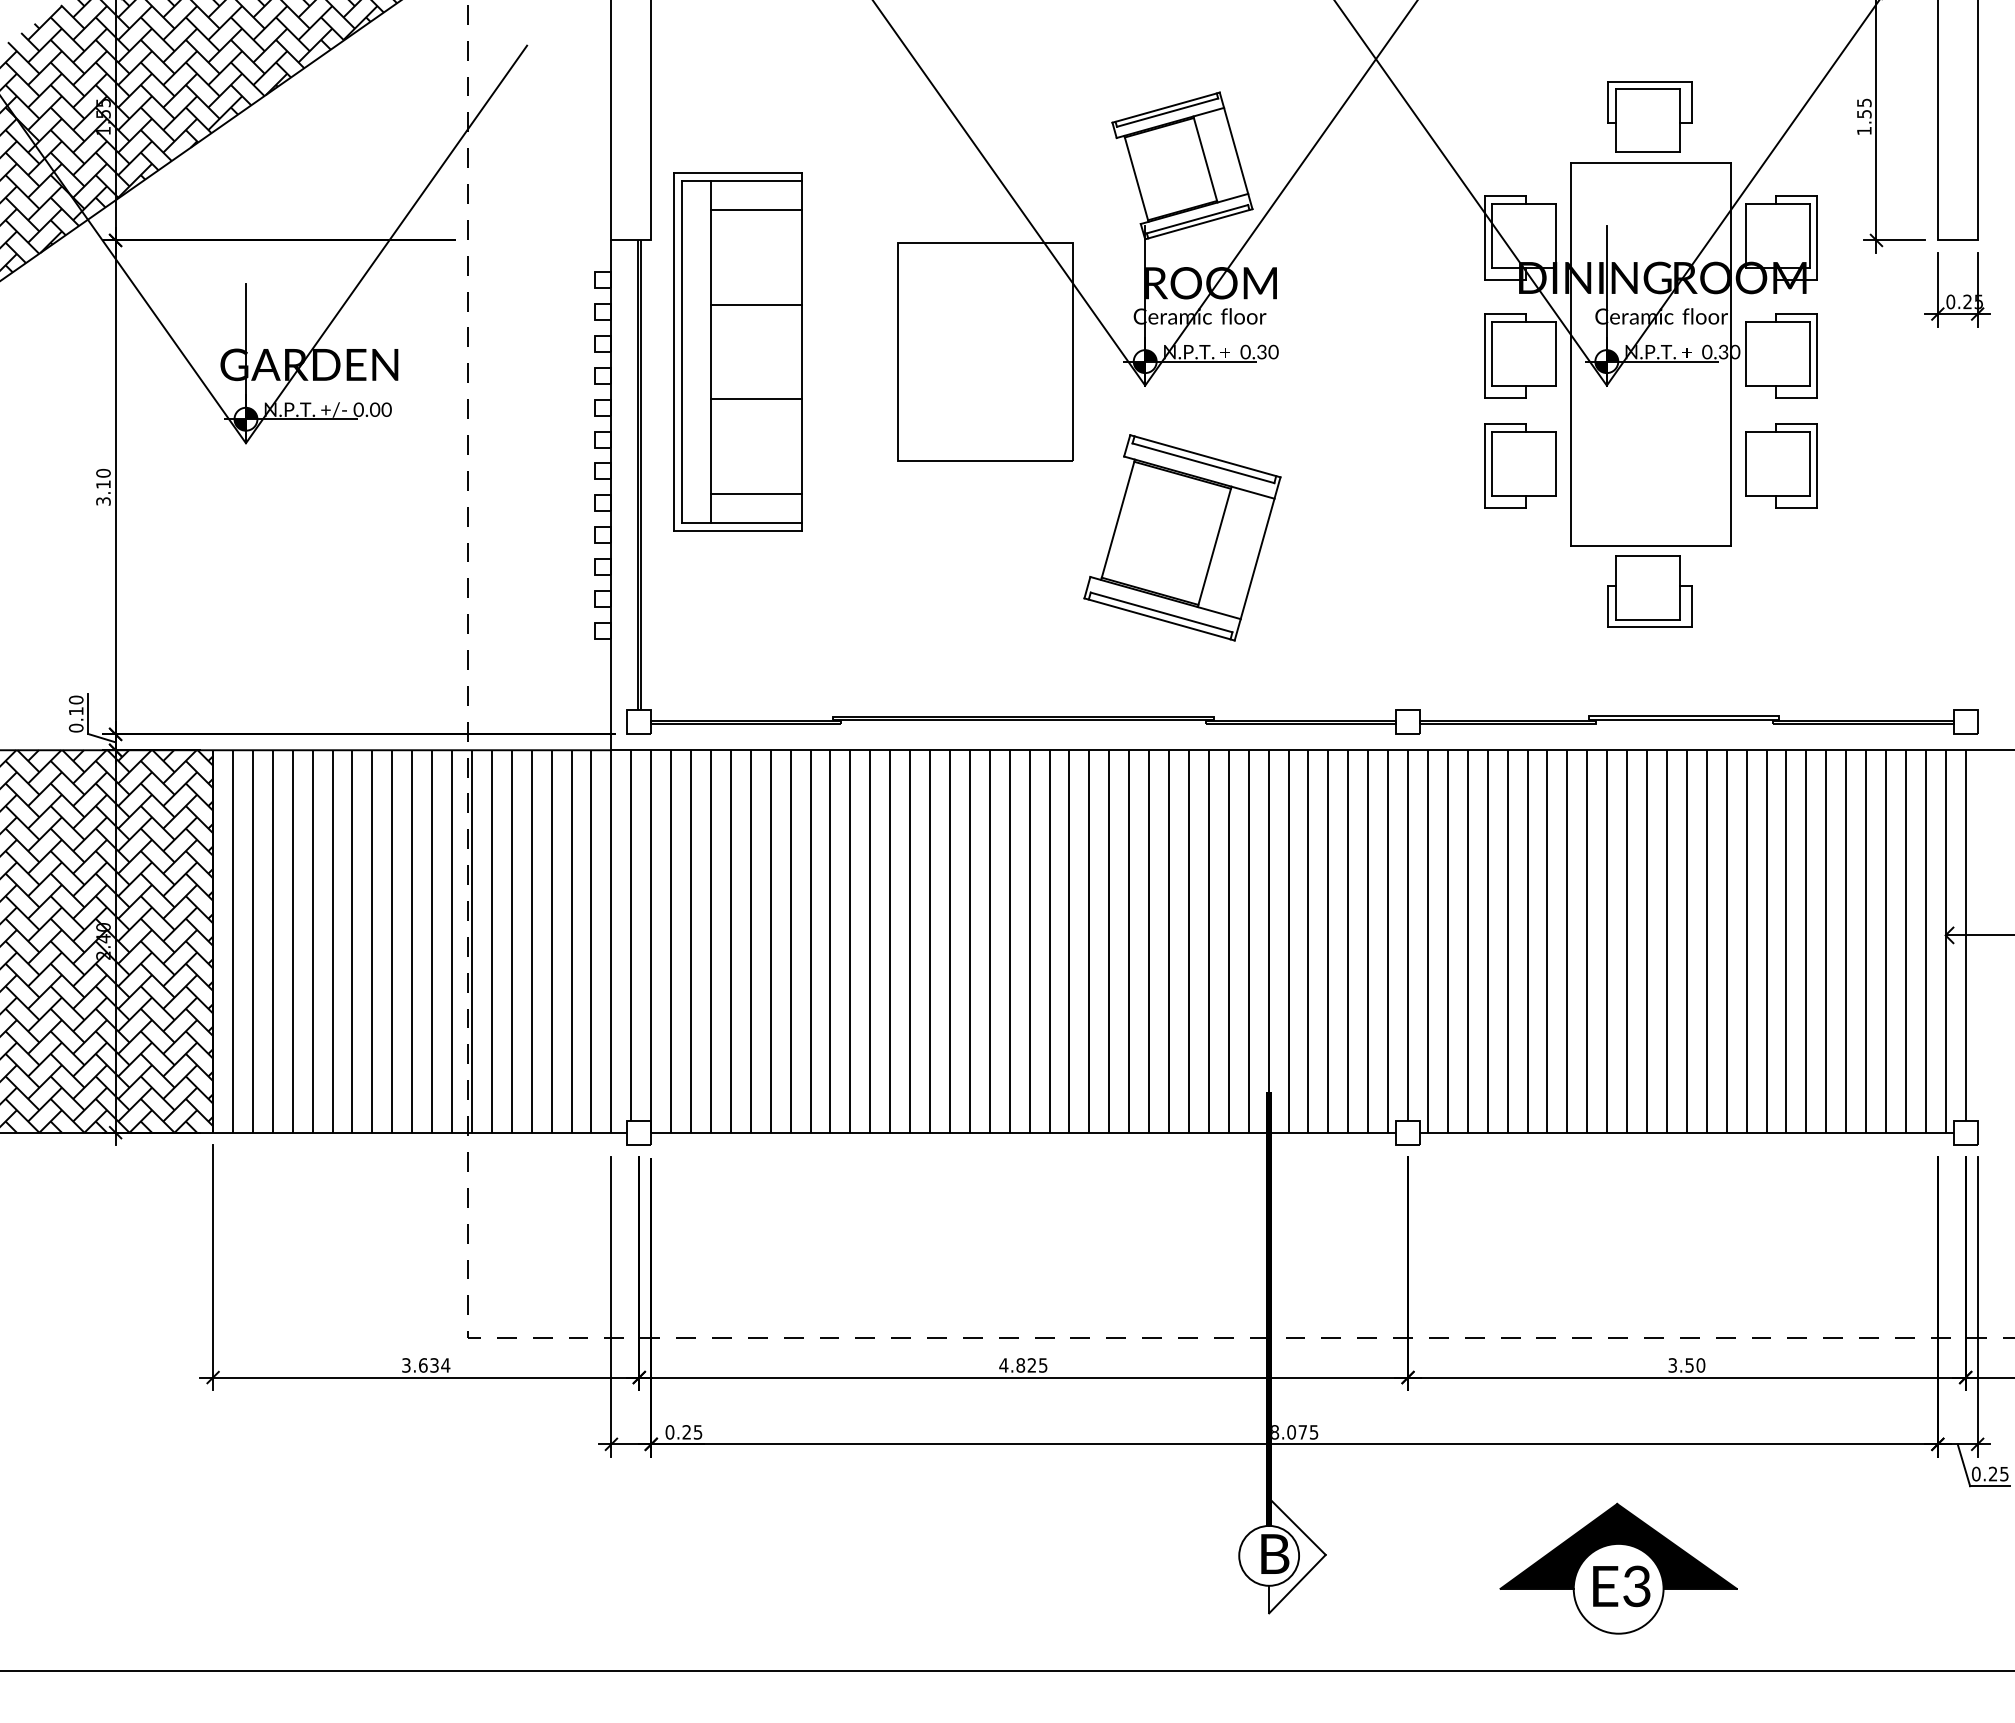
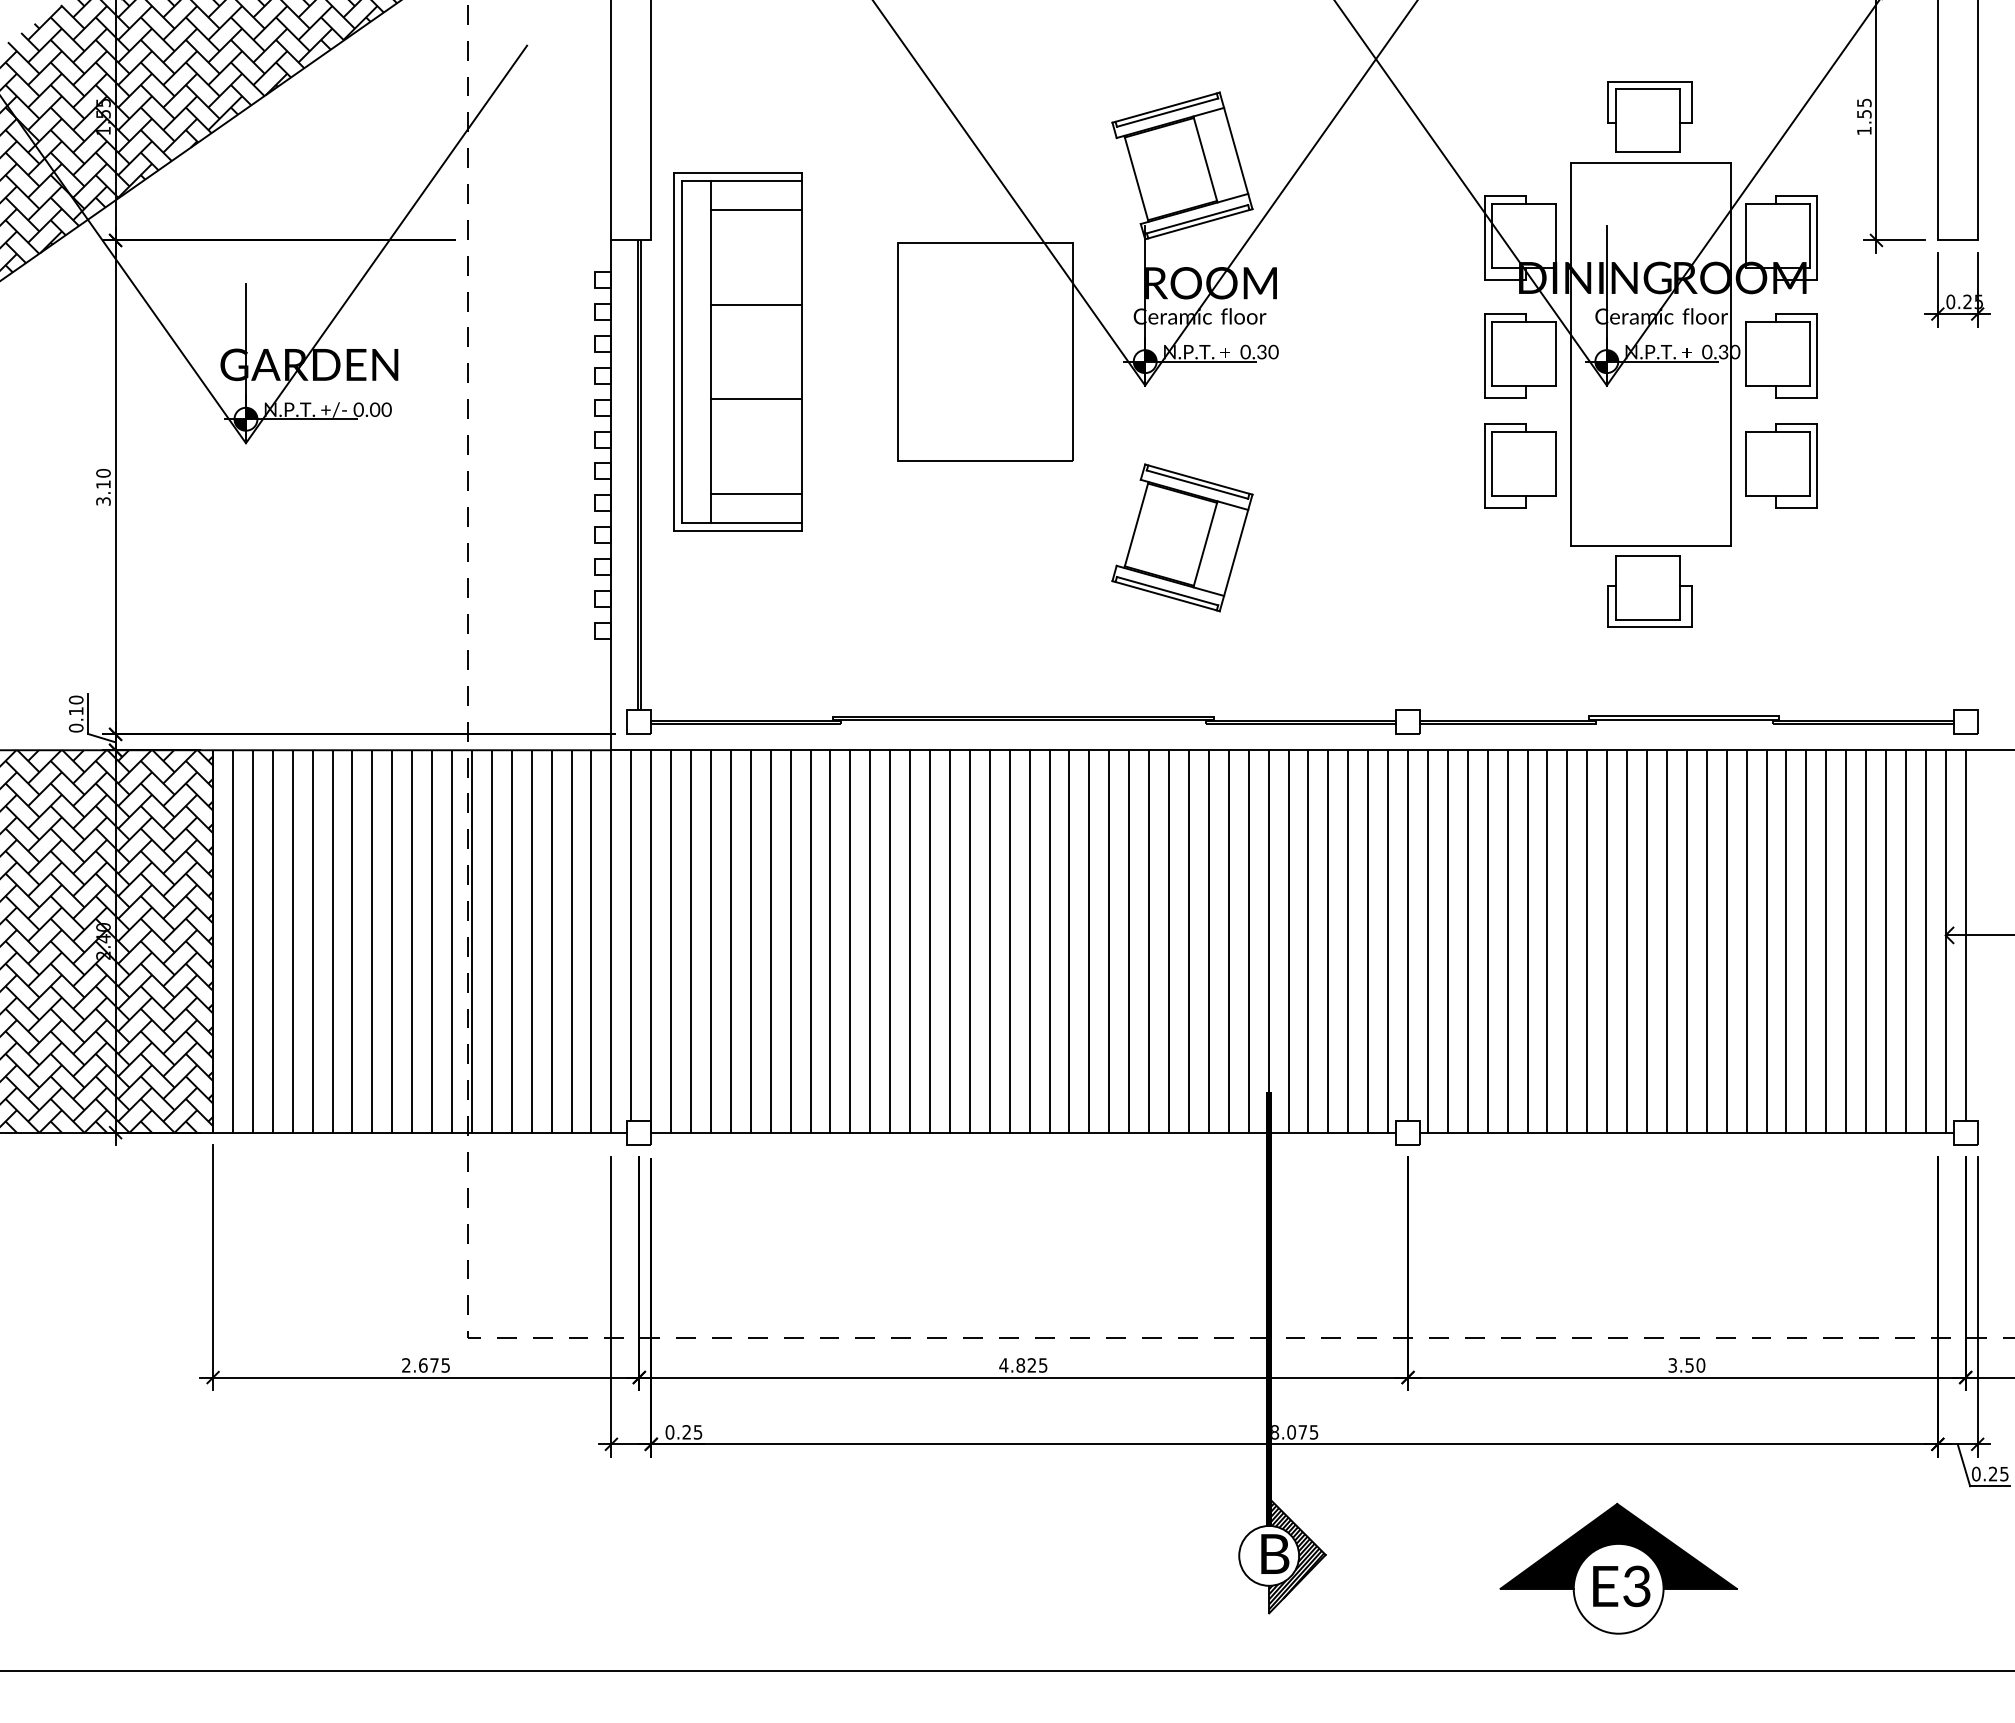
part at (1182, 537) size: 199x208 px -> 143x150 px
text at (426, 1365): 3.634 -> 2.675
hatch at (1296, 1553): none -> present
